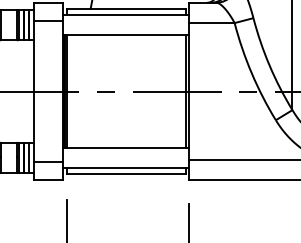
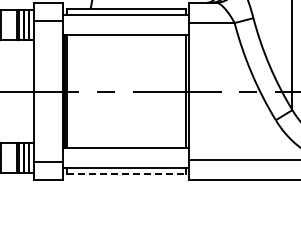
line at (127, 174): solid -> dashed
line at (67, 219): present -> none
line at (188, 221): present -> none
